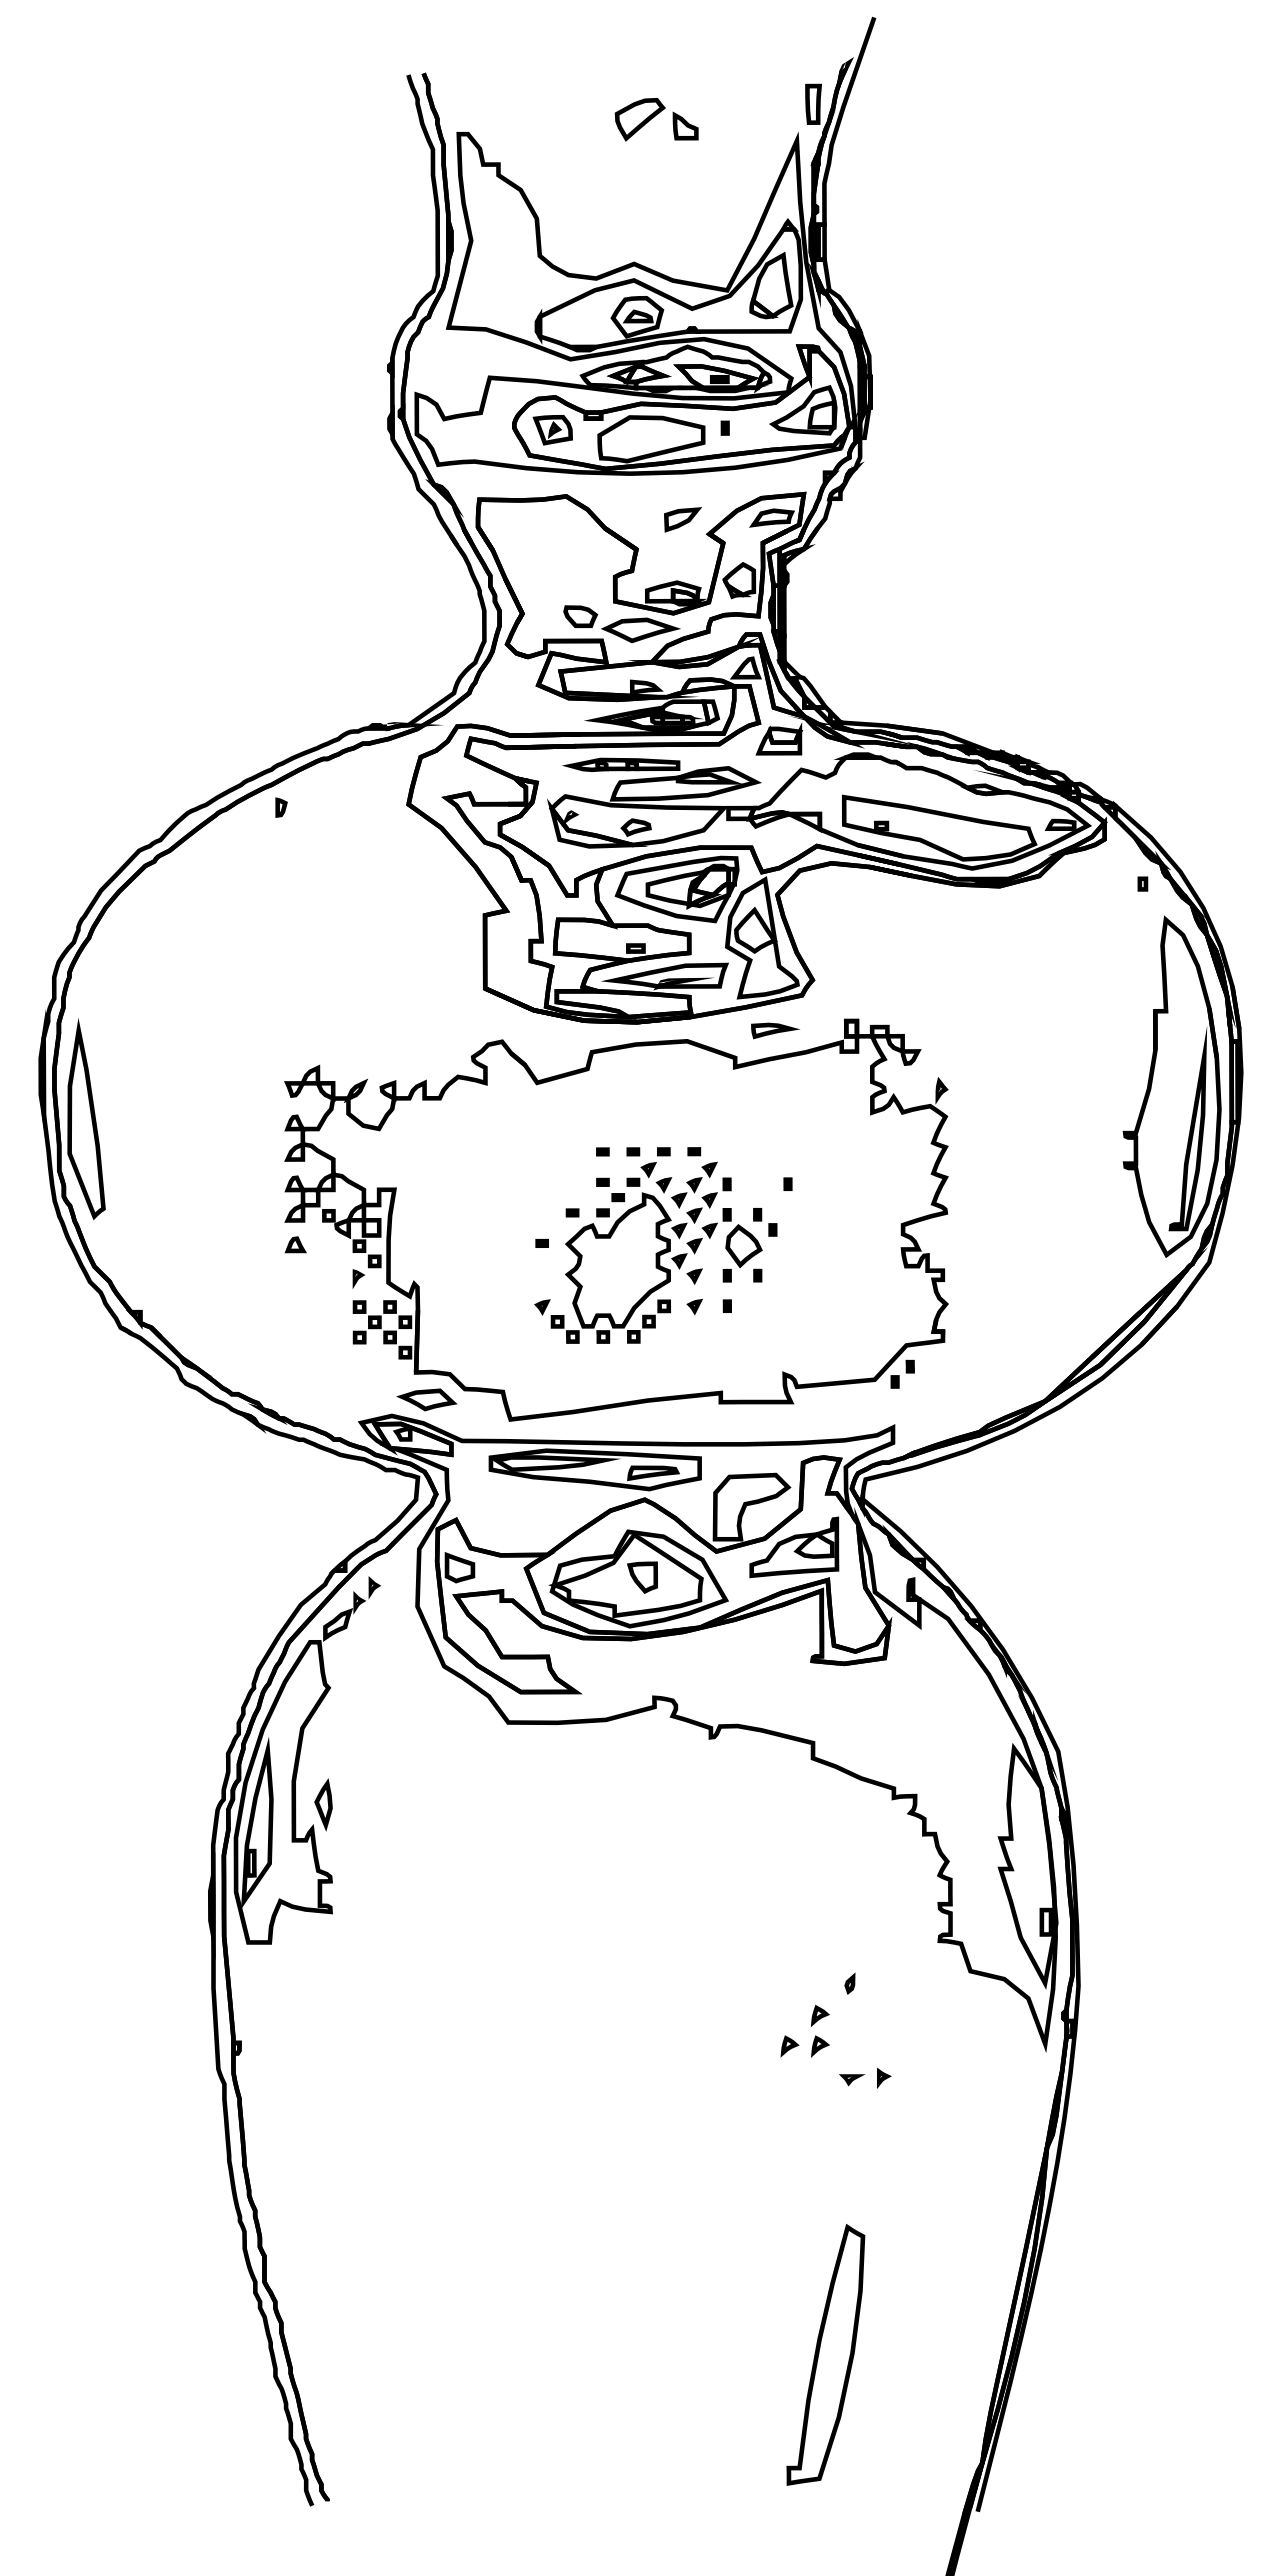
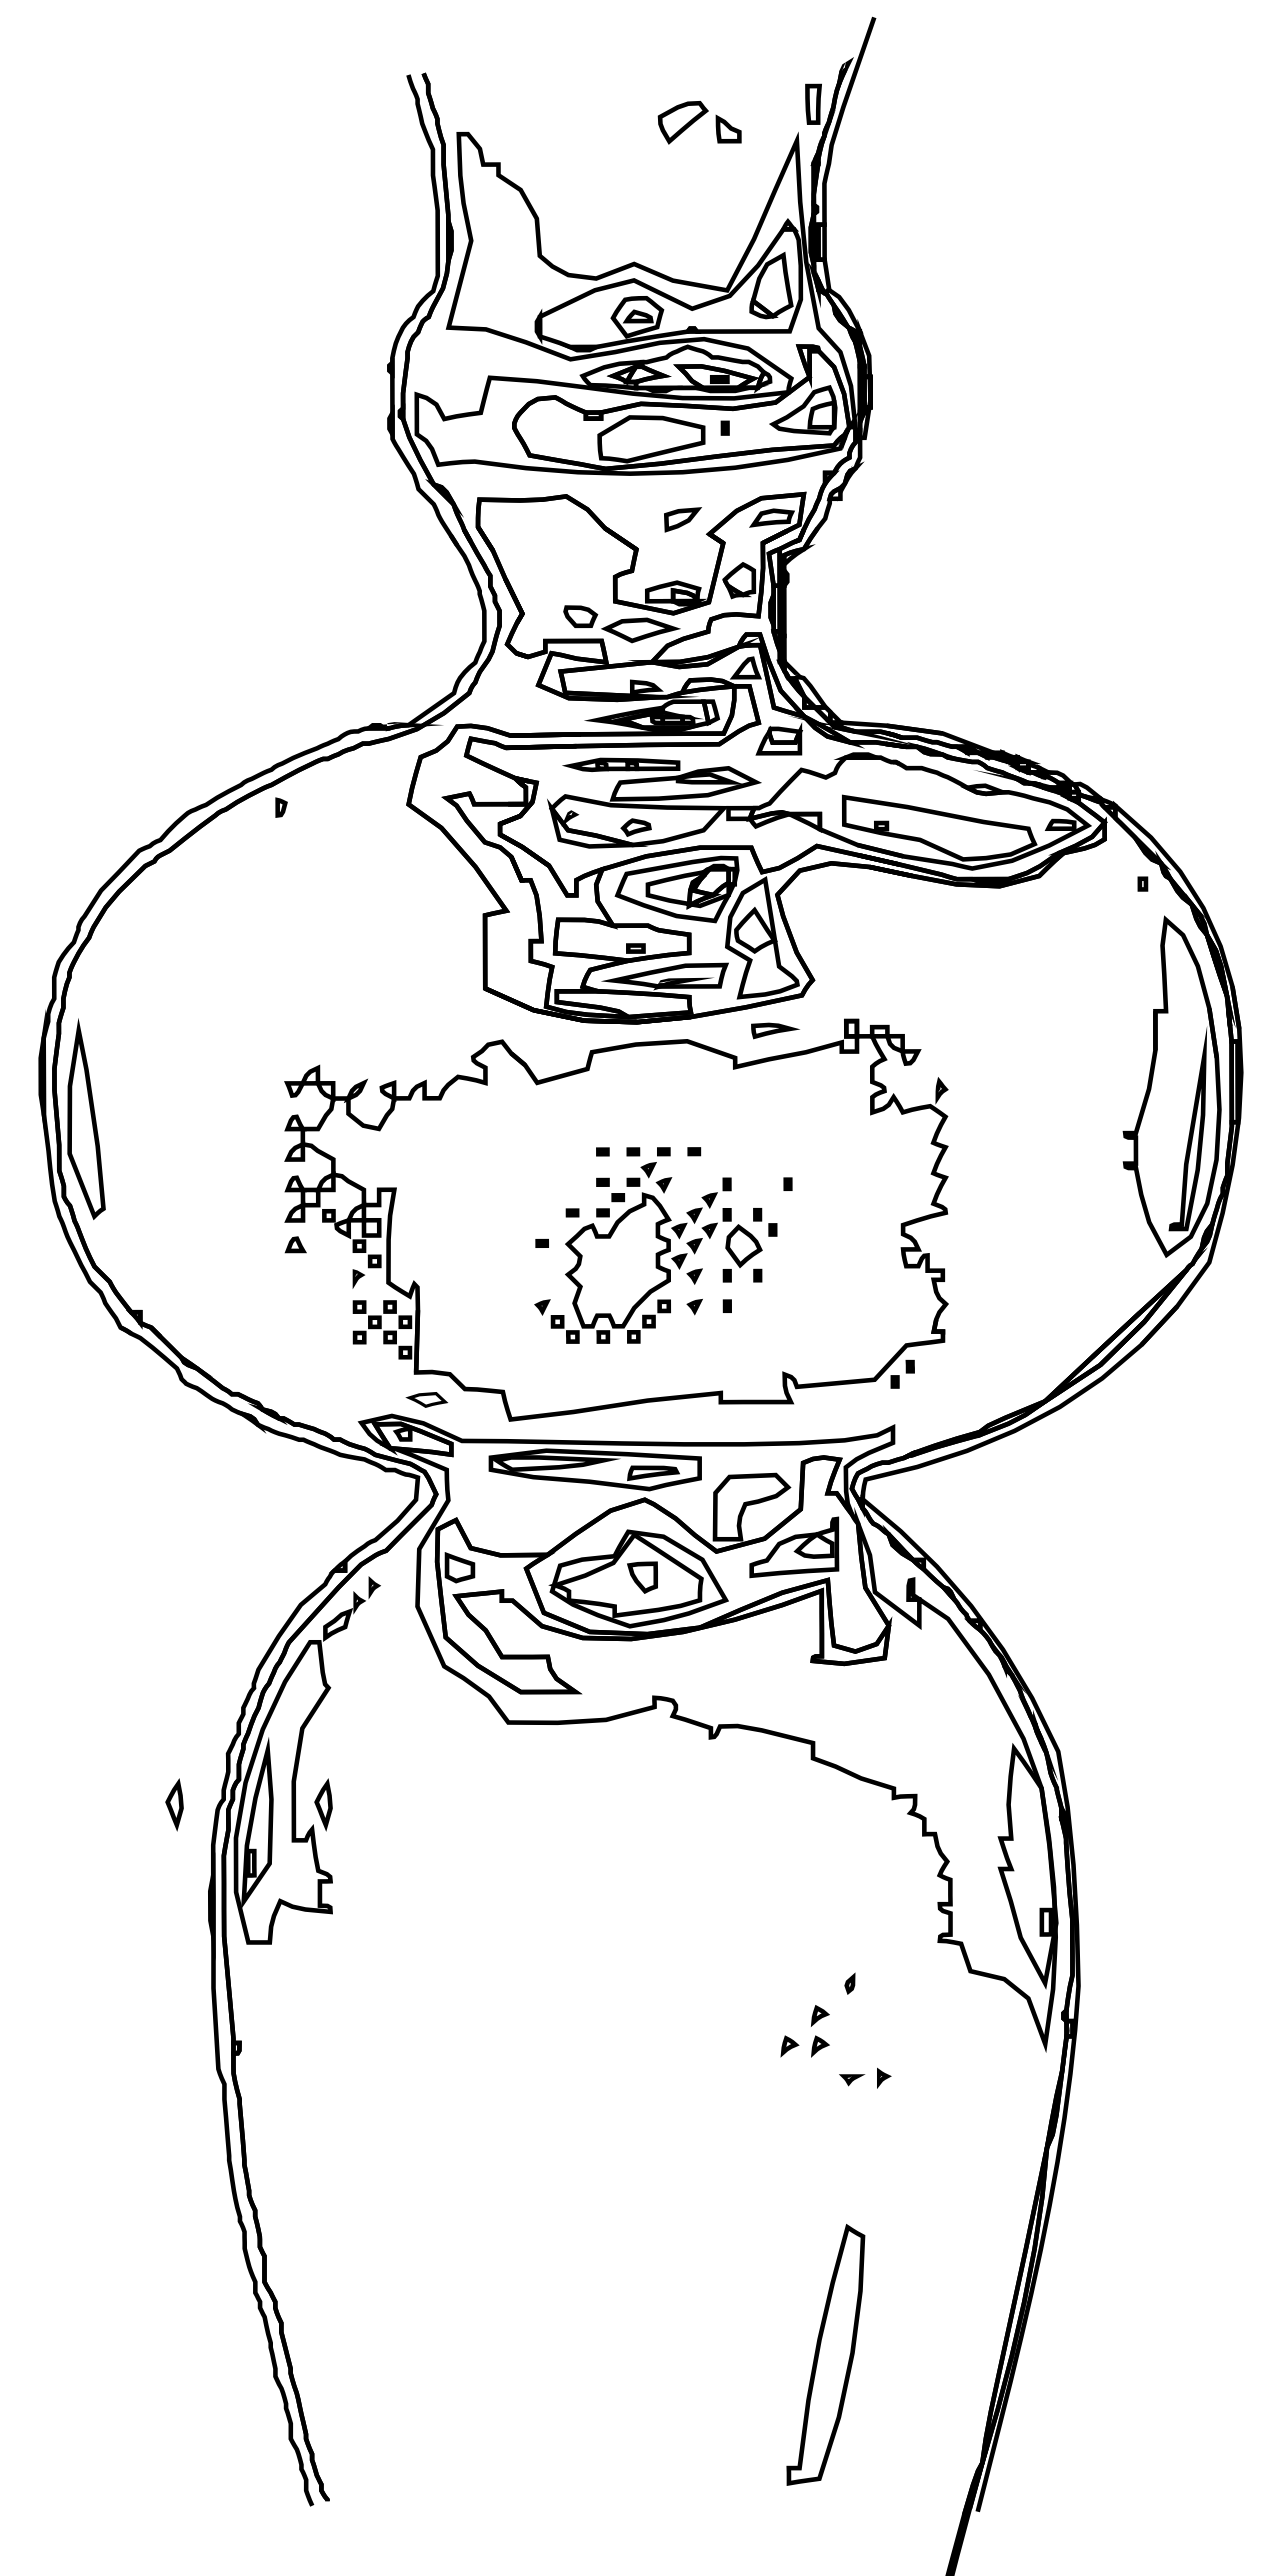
part at (656, 119) position: (656, 119) -> (699, 122)
part at (552, 430): present -> none
part at (694, 1184): present -> none
part at (426, 1399) size: 62x24 px -> 44x16 px
part at (174, 1804): none -> present
